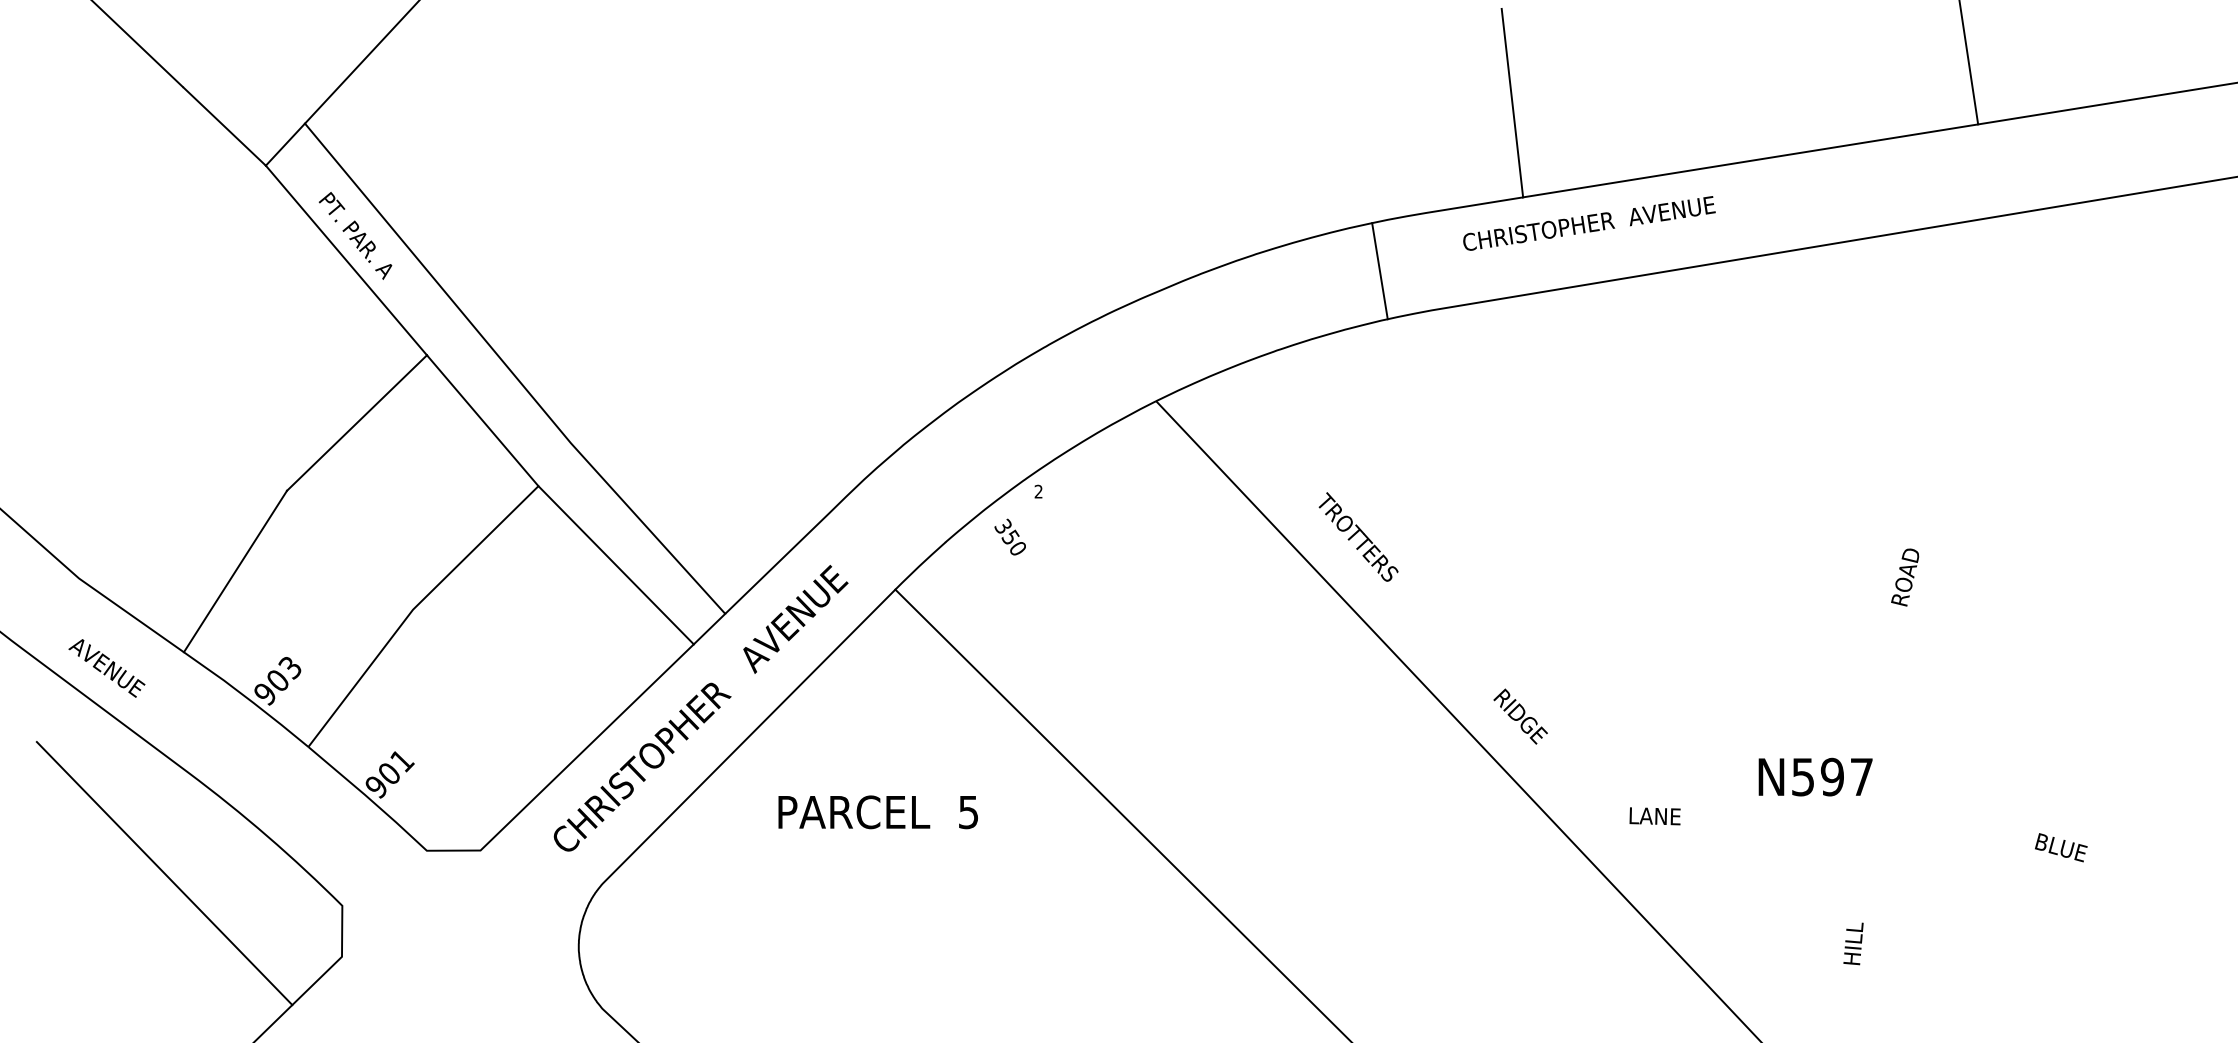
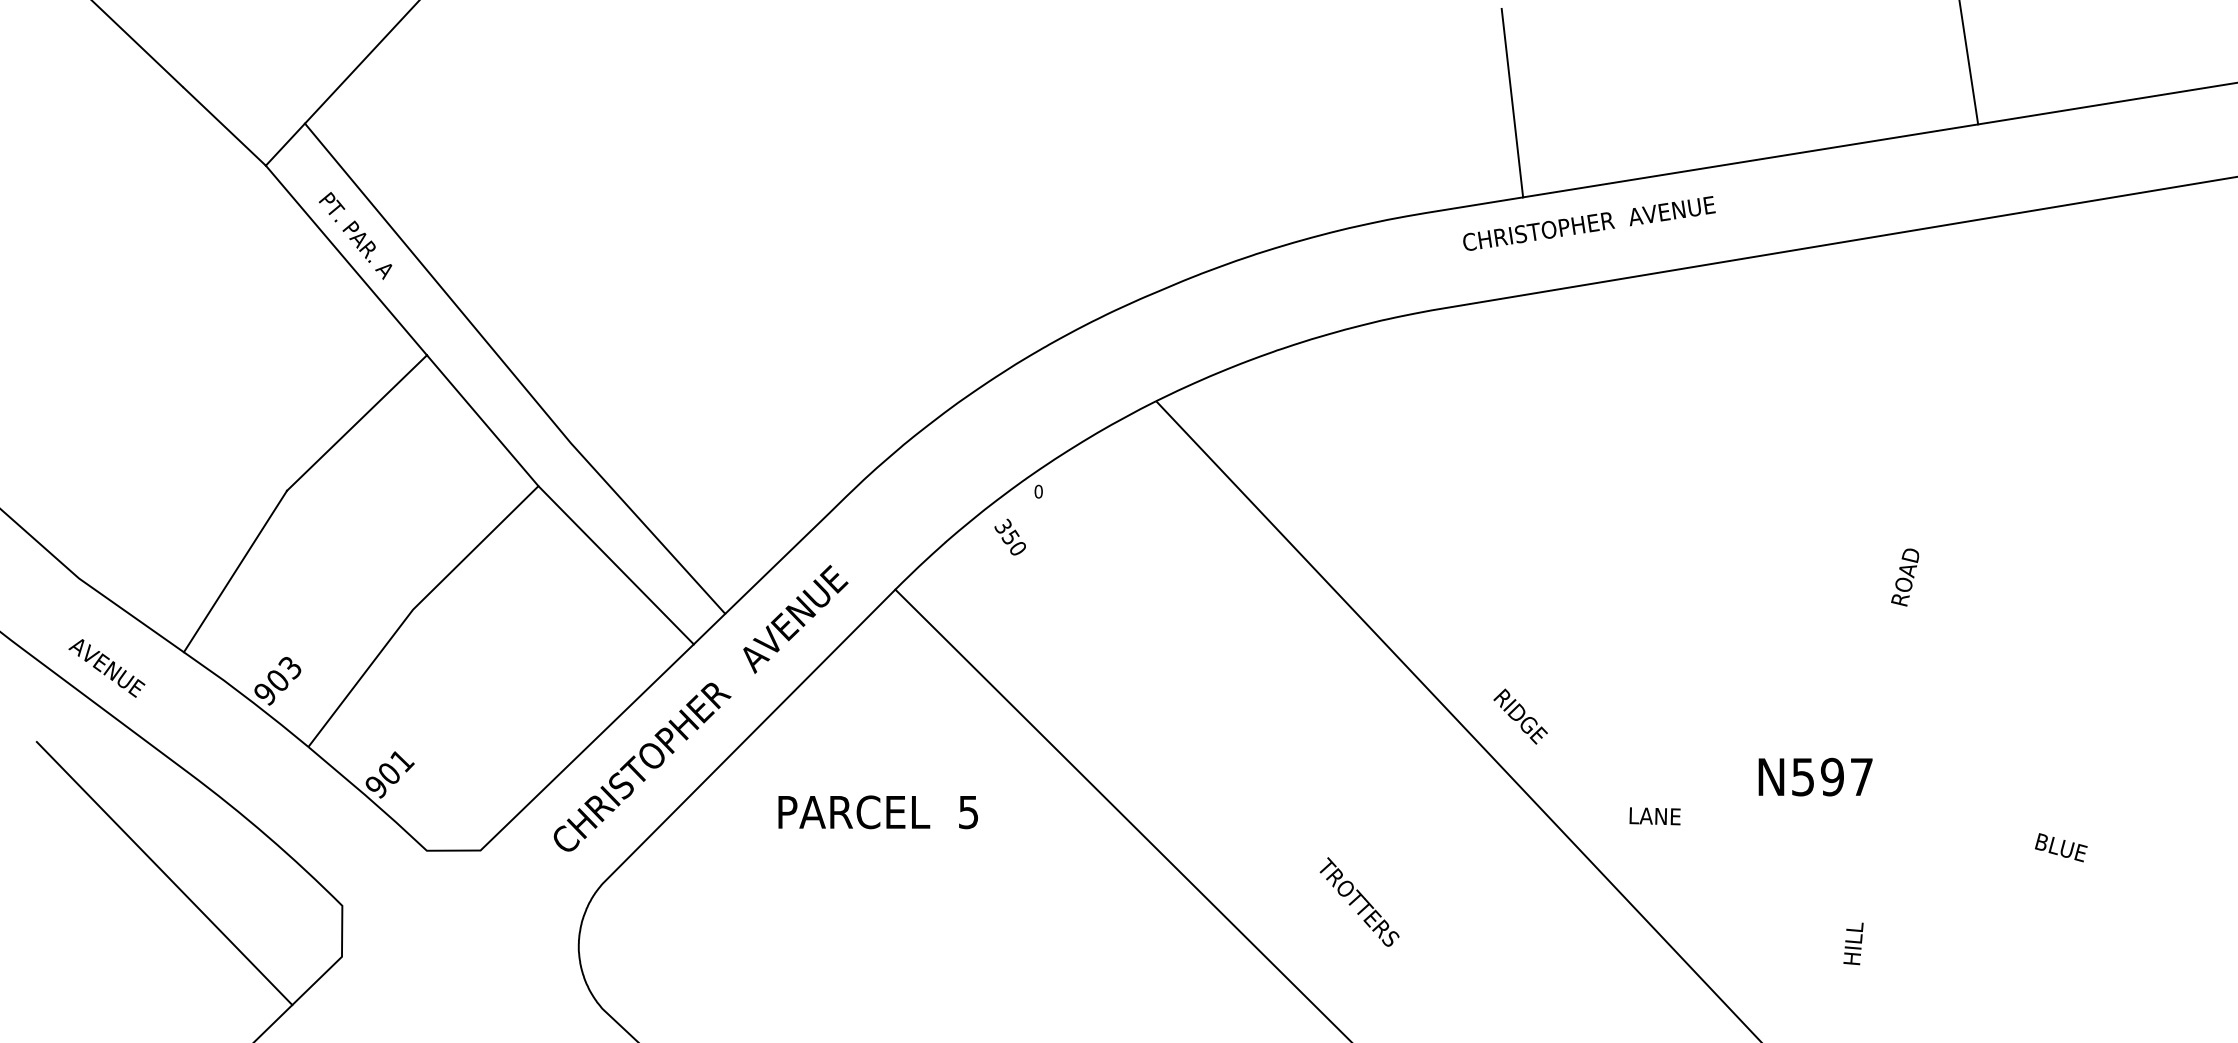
line at (1379, 271): present -> none
text at (1038, 491): 2 -> 0
text at (1358, 536) position: (1358, 536) -> (1359, 901)
